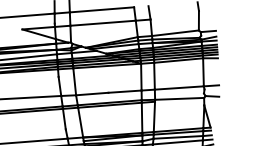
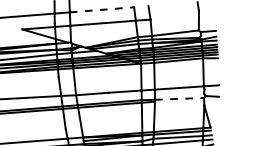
line at (102, 9): solid -> dashed
line at (179, 98): solid -> dashed
